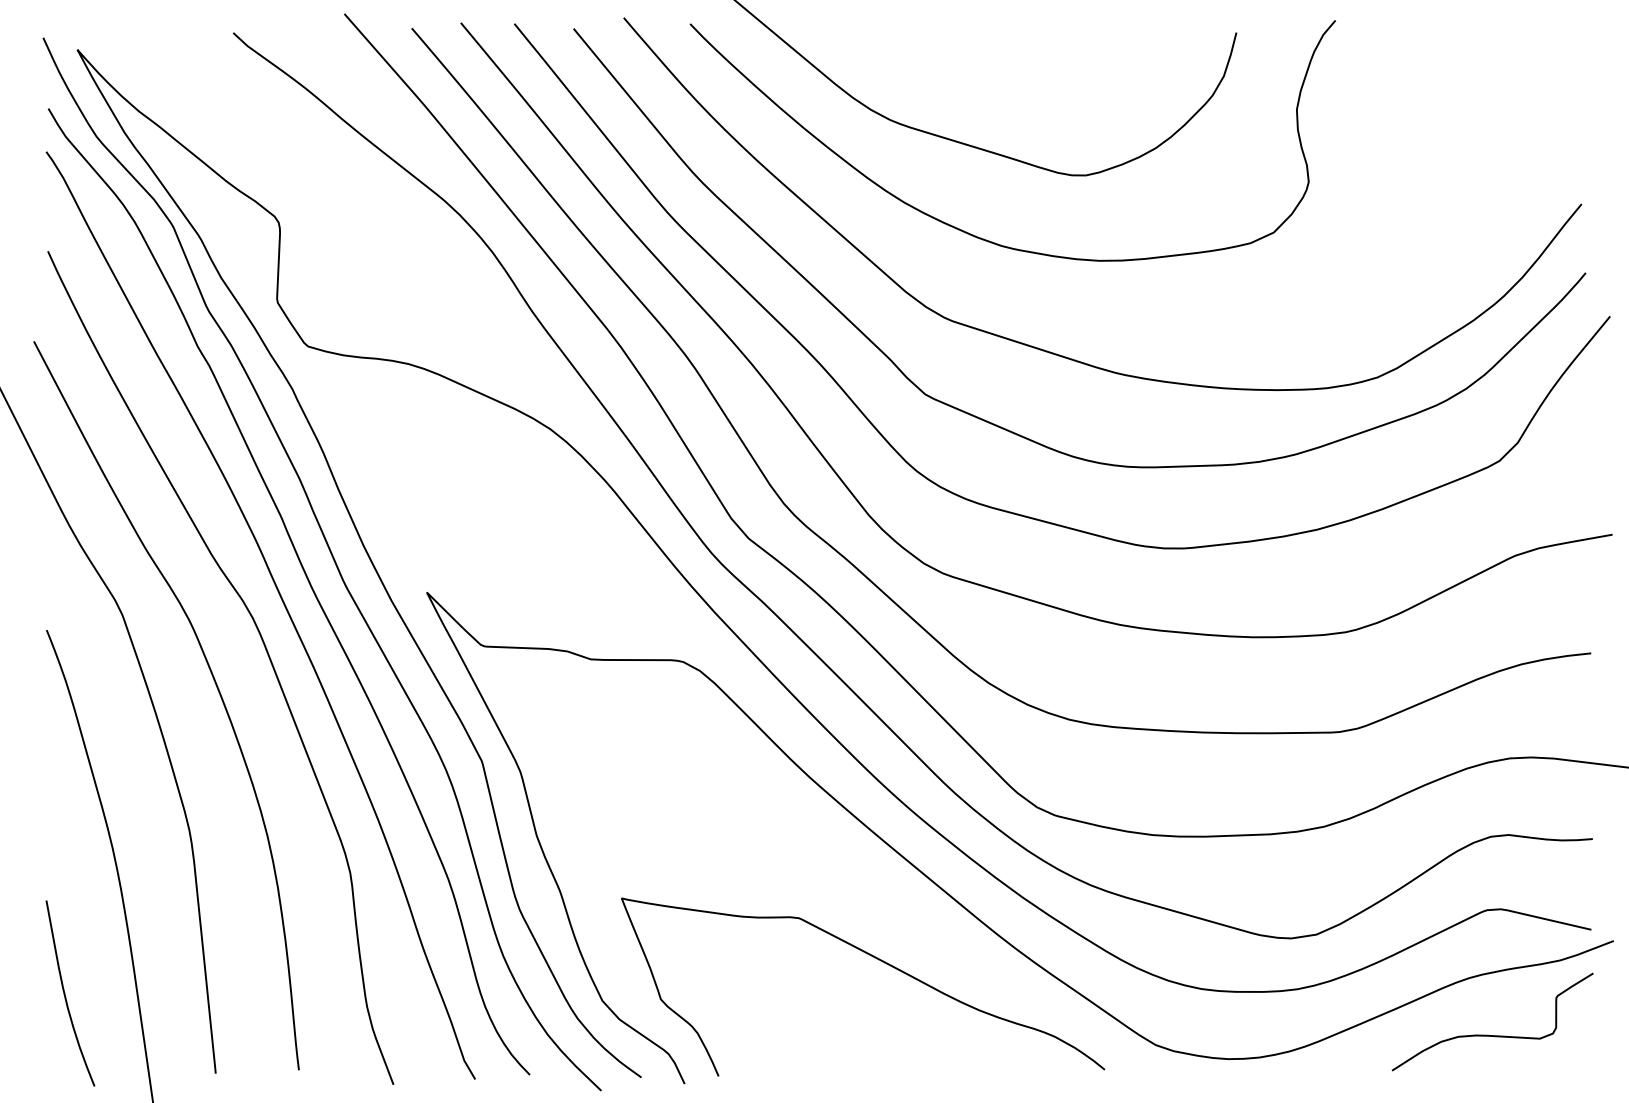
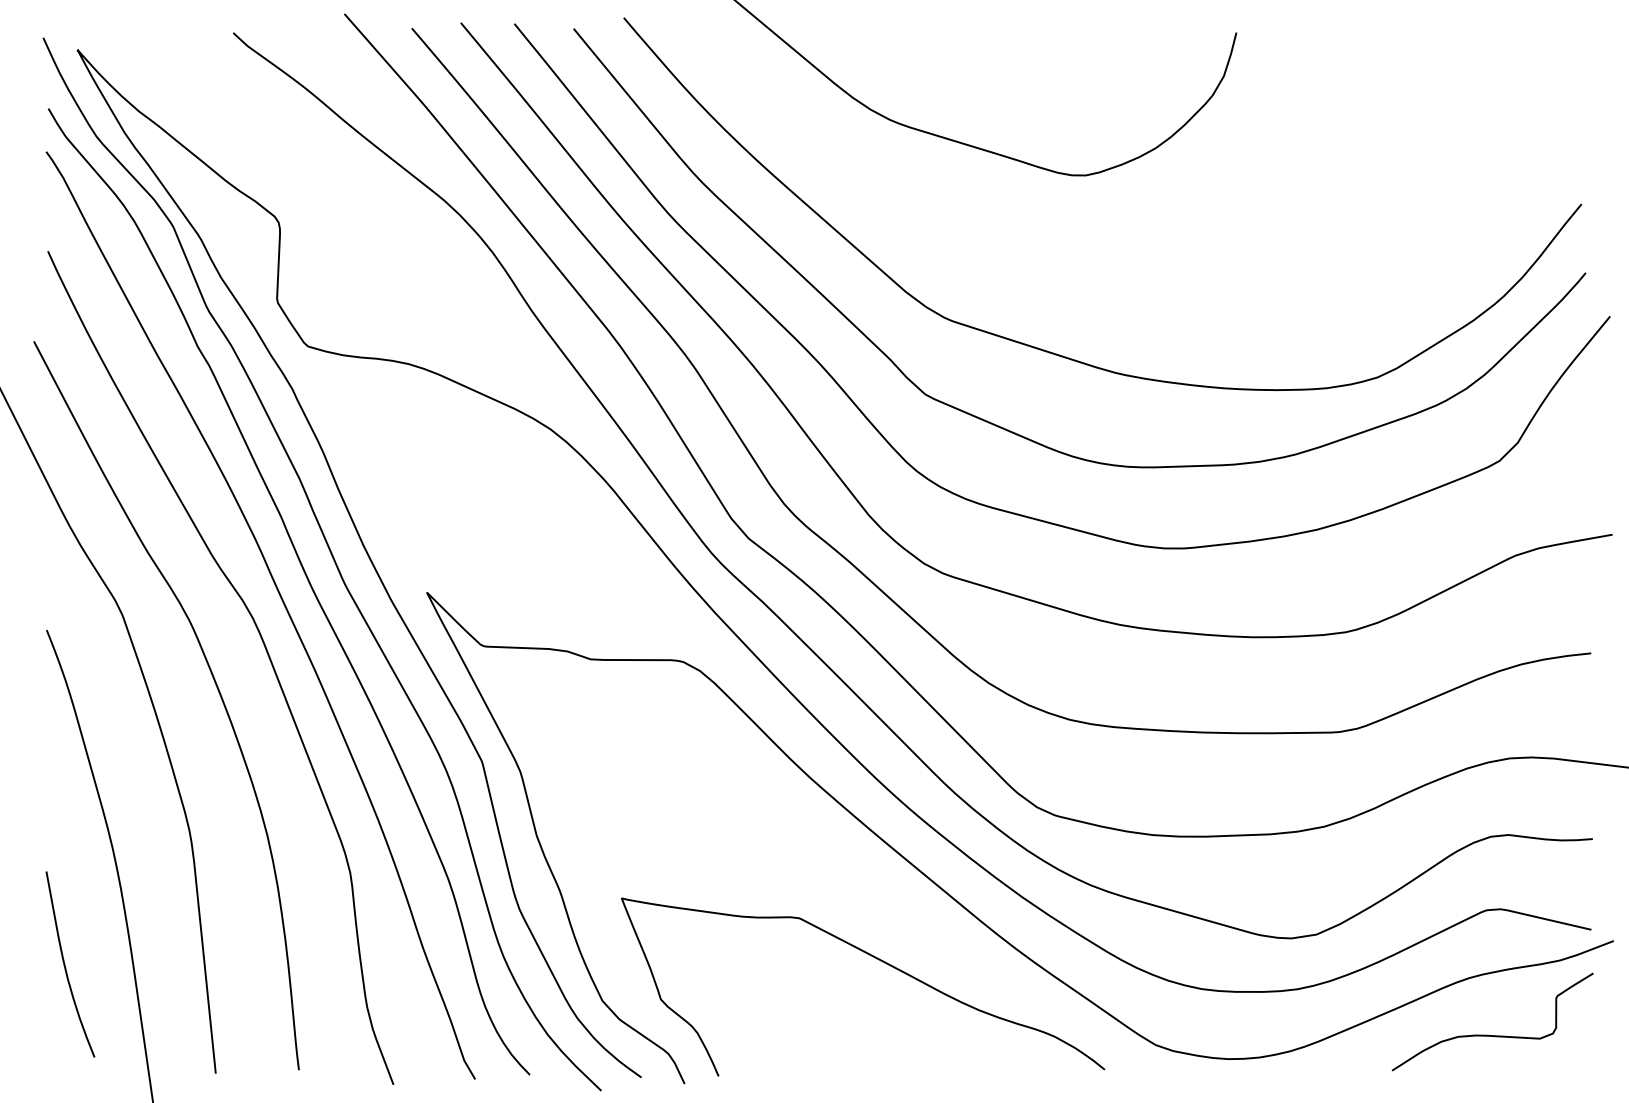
curve at (973, 234): present -> none
curve at (65, 993) position: (65, 993) -> (65, 964)
